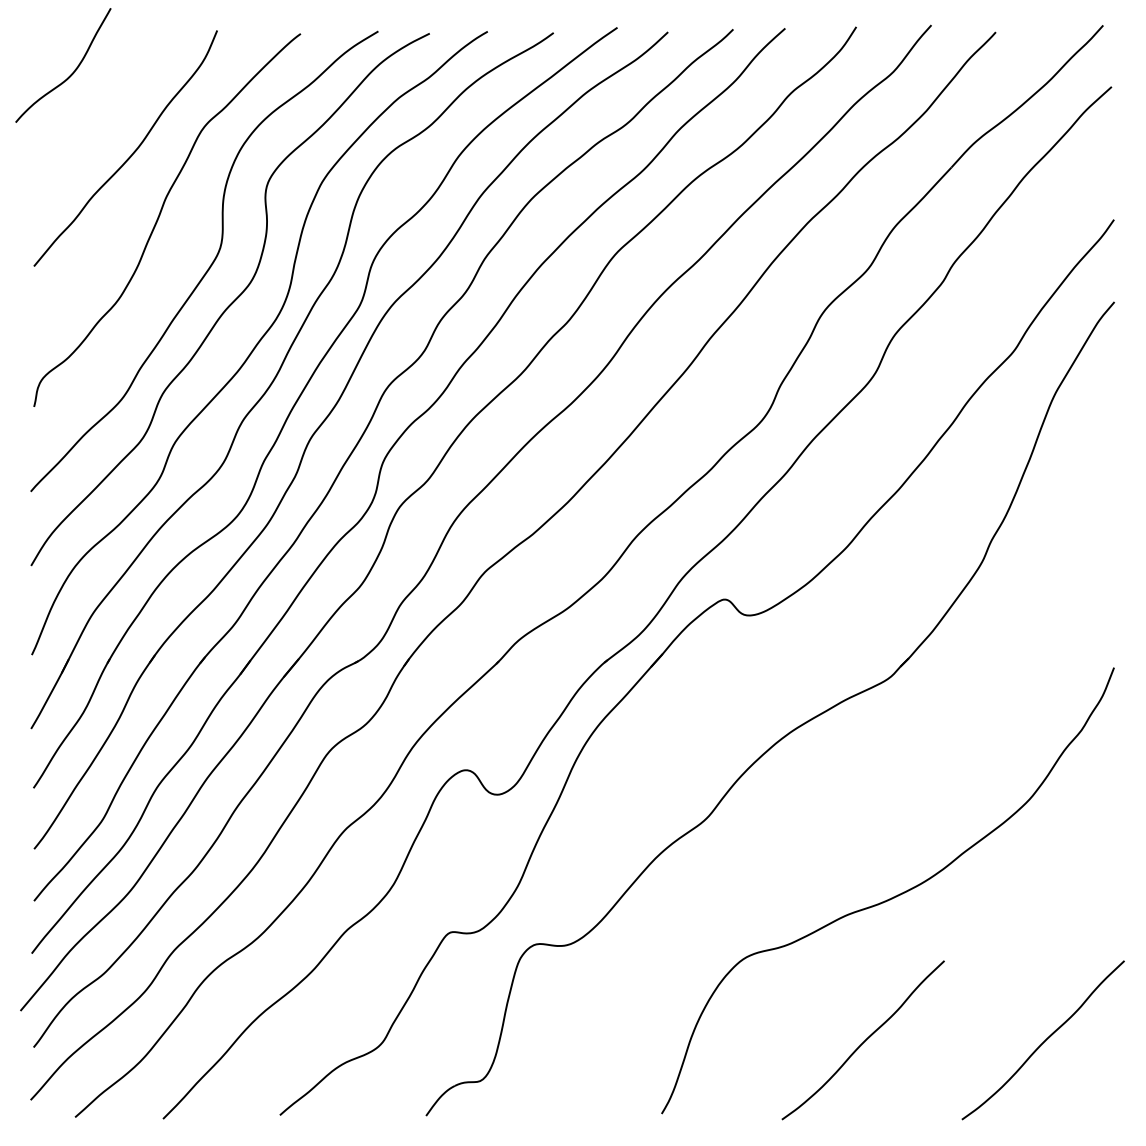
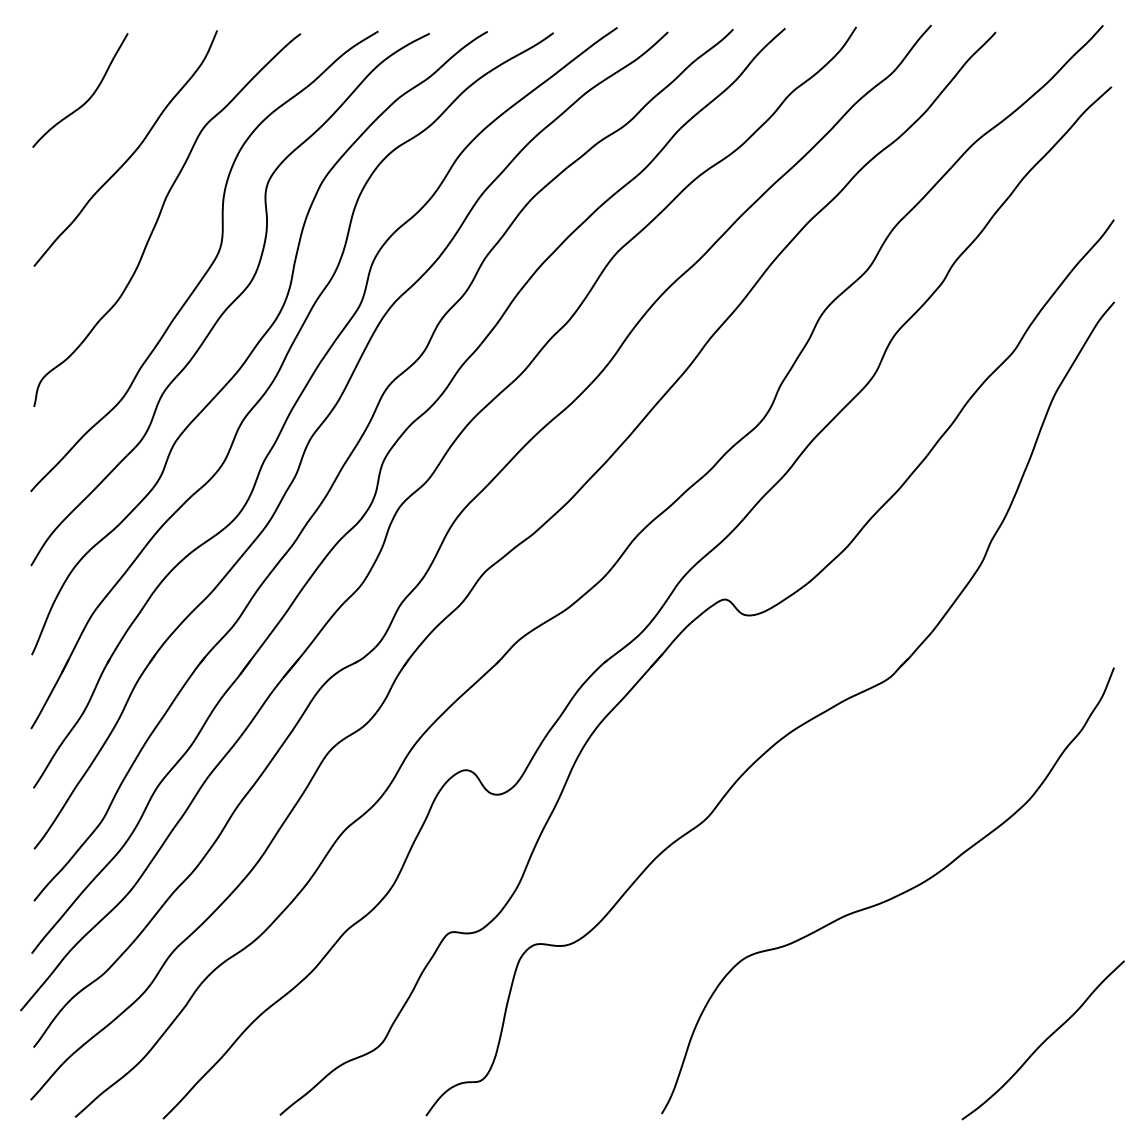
curve at (71, 73) position: (71, 73) -> (88, 98)
curve at (863, 1041): present -> none
